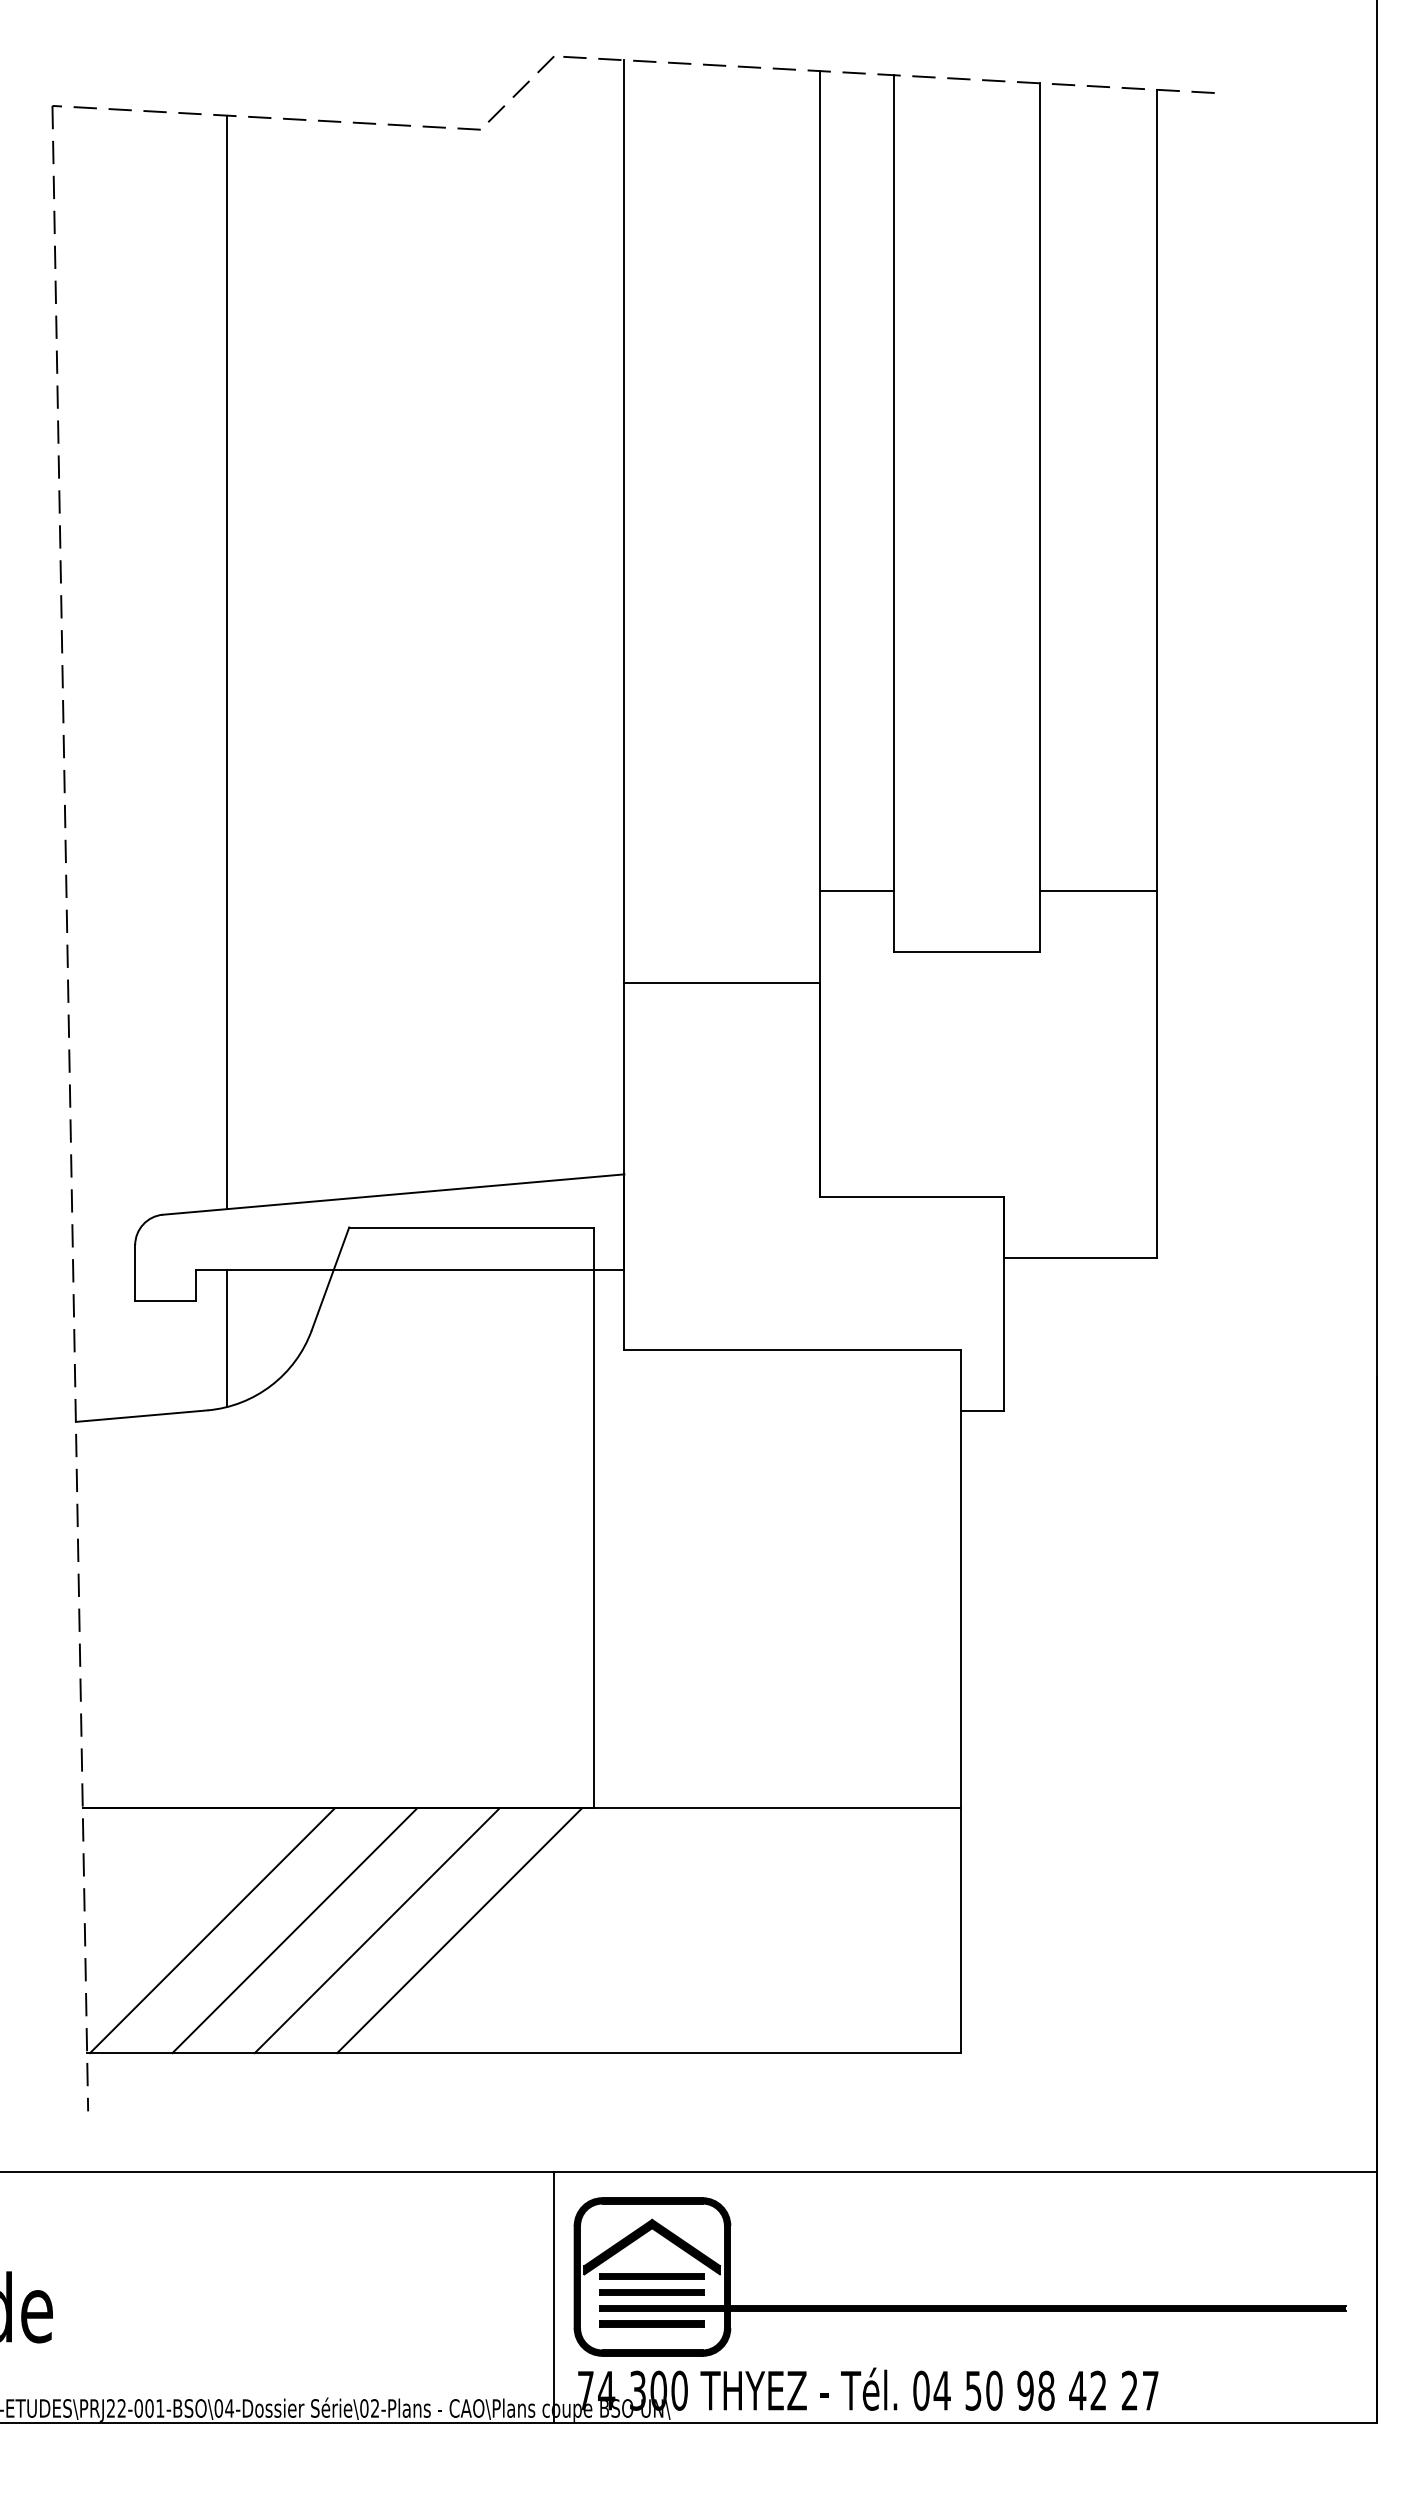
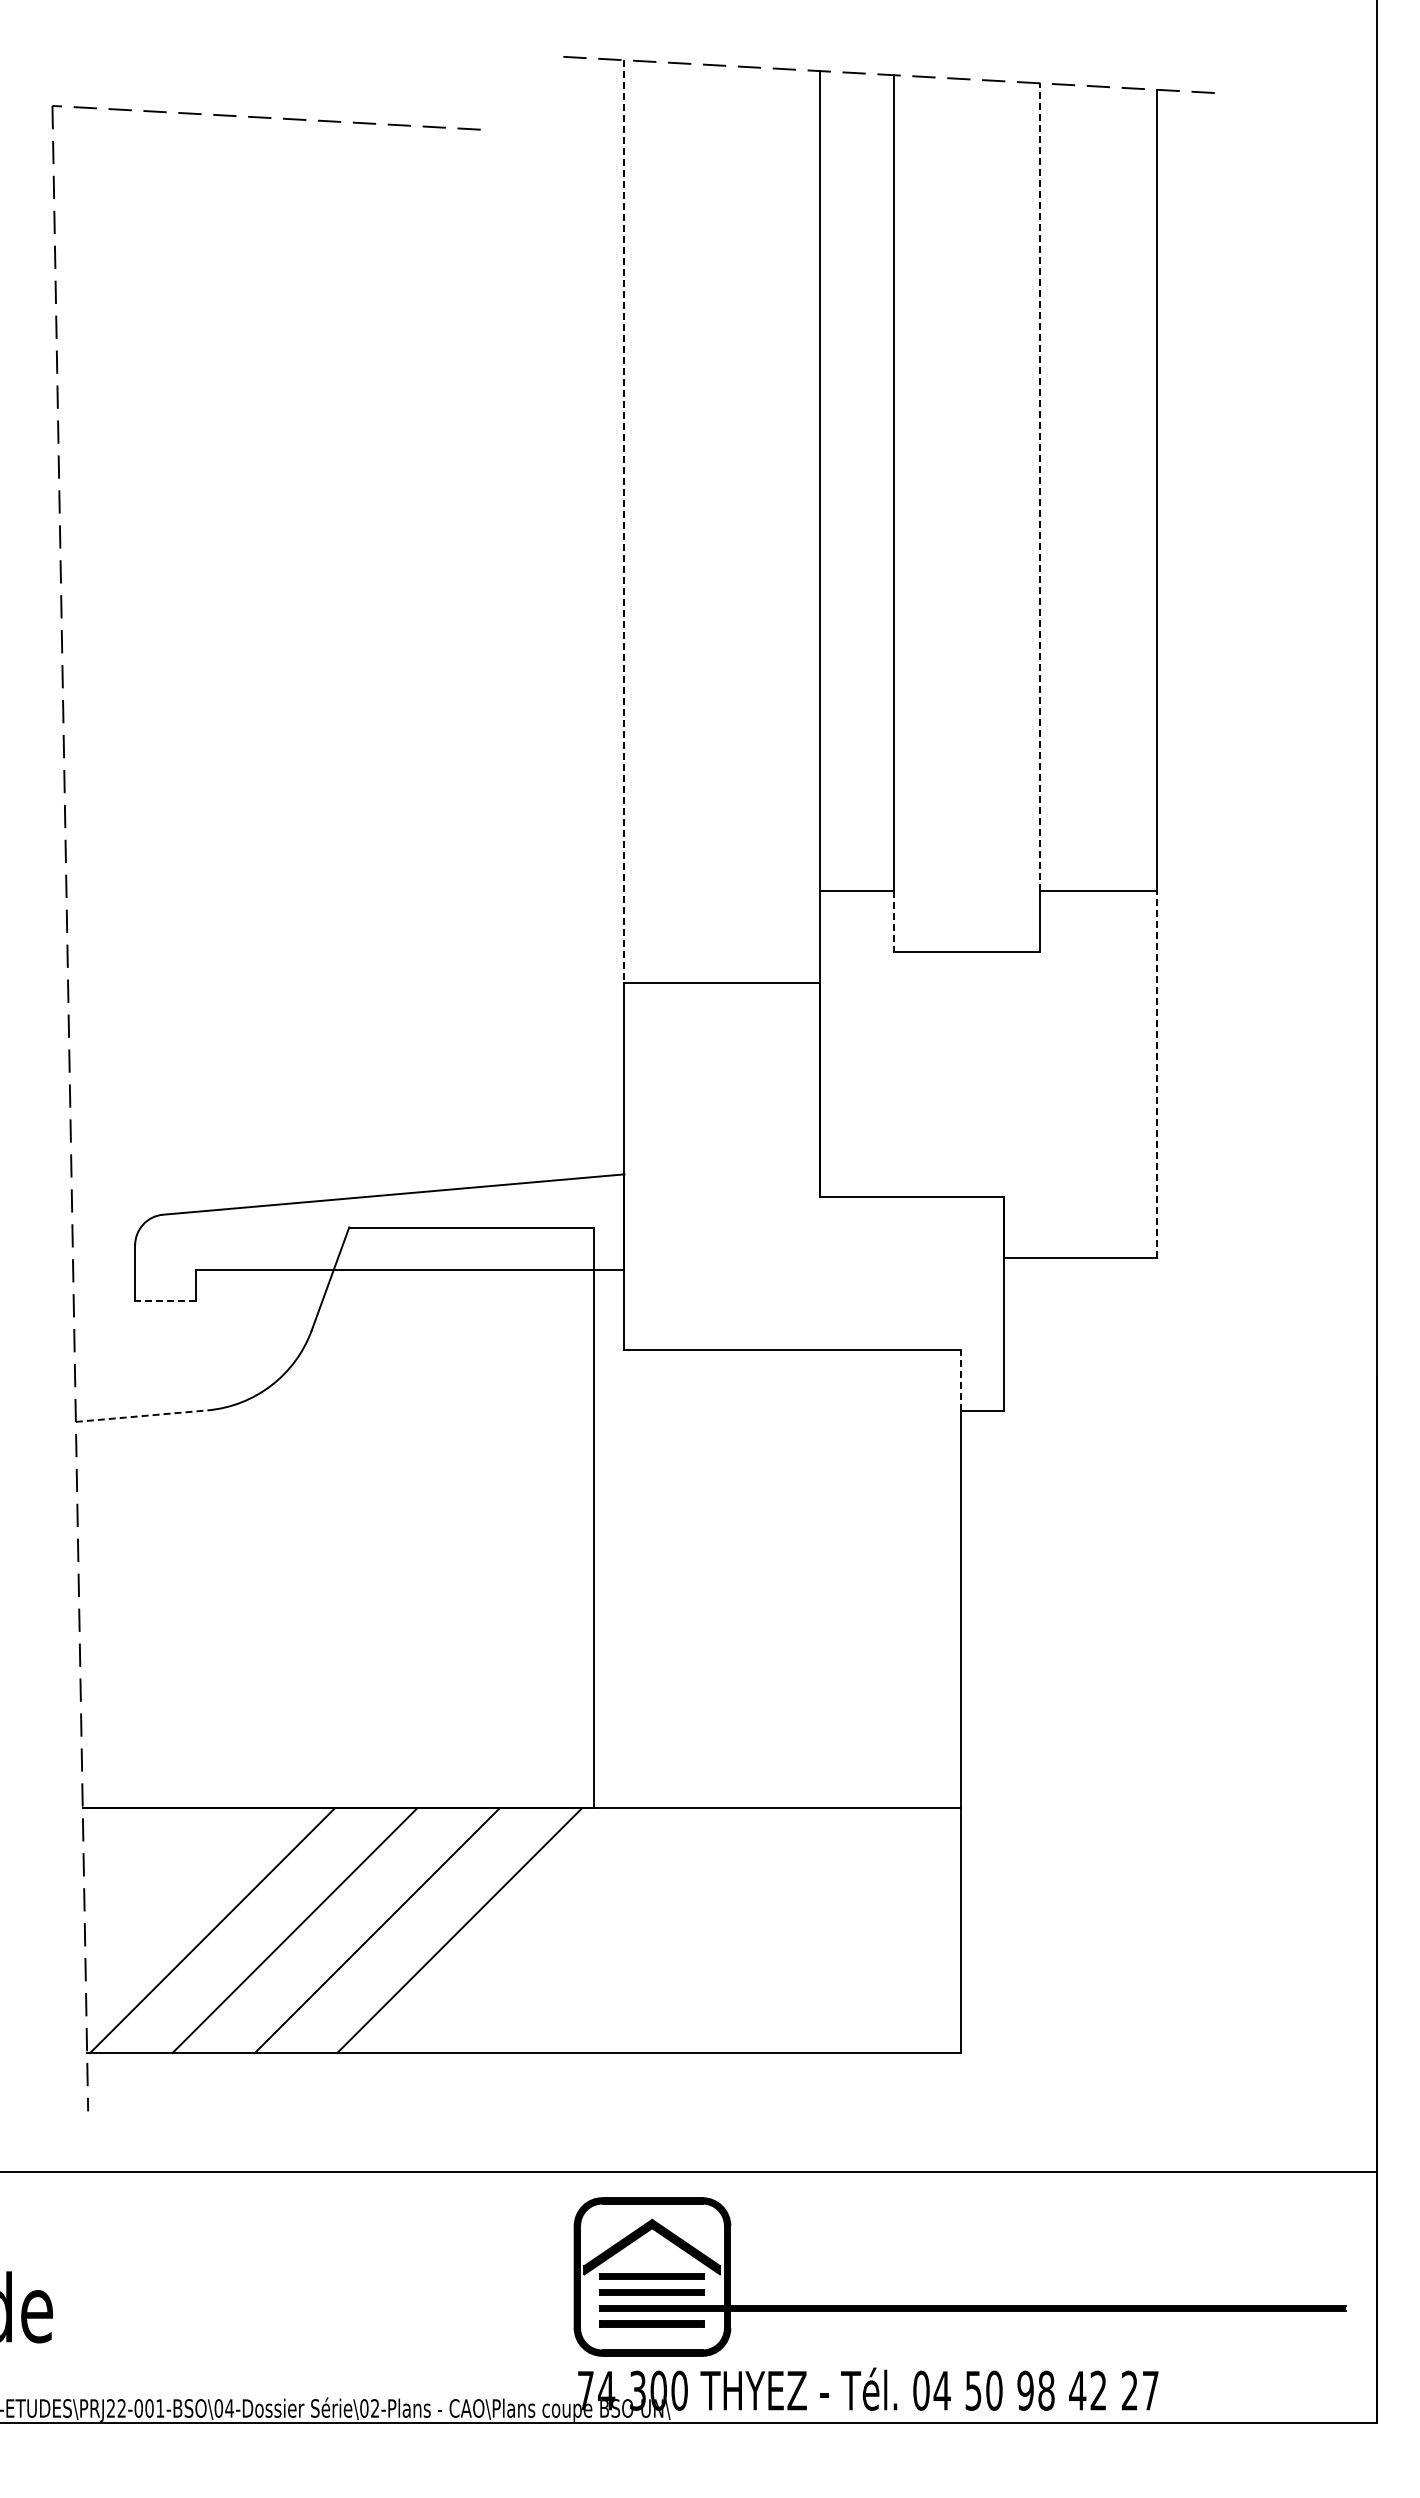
line at (520, 88): present -> none
line at (1040, 487): solid -> dashed
line at (624, 522): solid -> dashed
line at (226, 662): present -> none
line at (893, 921): solid -> dashed
line at (1156, 1074): solid -> dashed
line at (165, 1300): solid -> dashed
line at (226, 1338): present -> none
line at (960, 1380): solid -> dashed
line at (142, 1416): solid -> dashed
line at (554, 2297): present -> none
